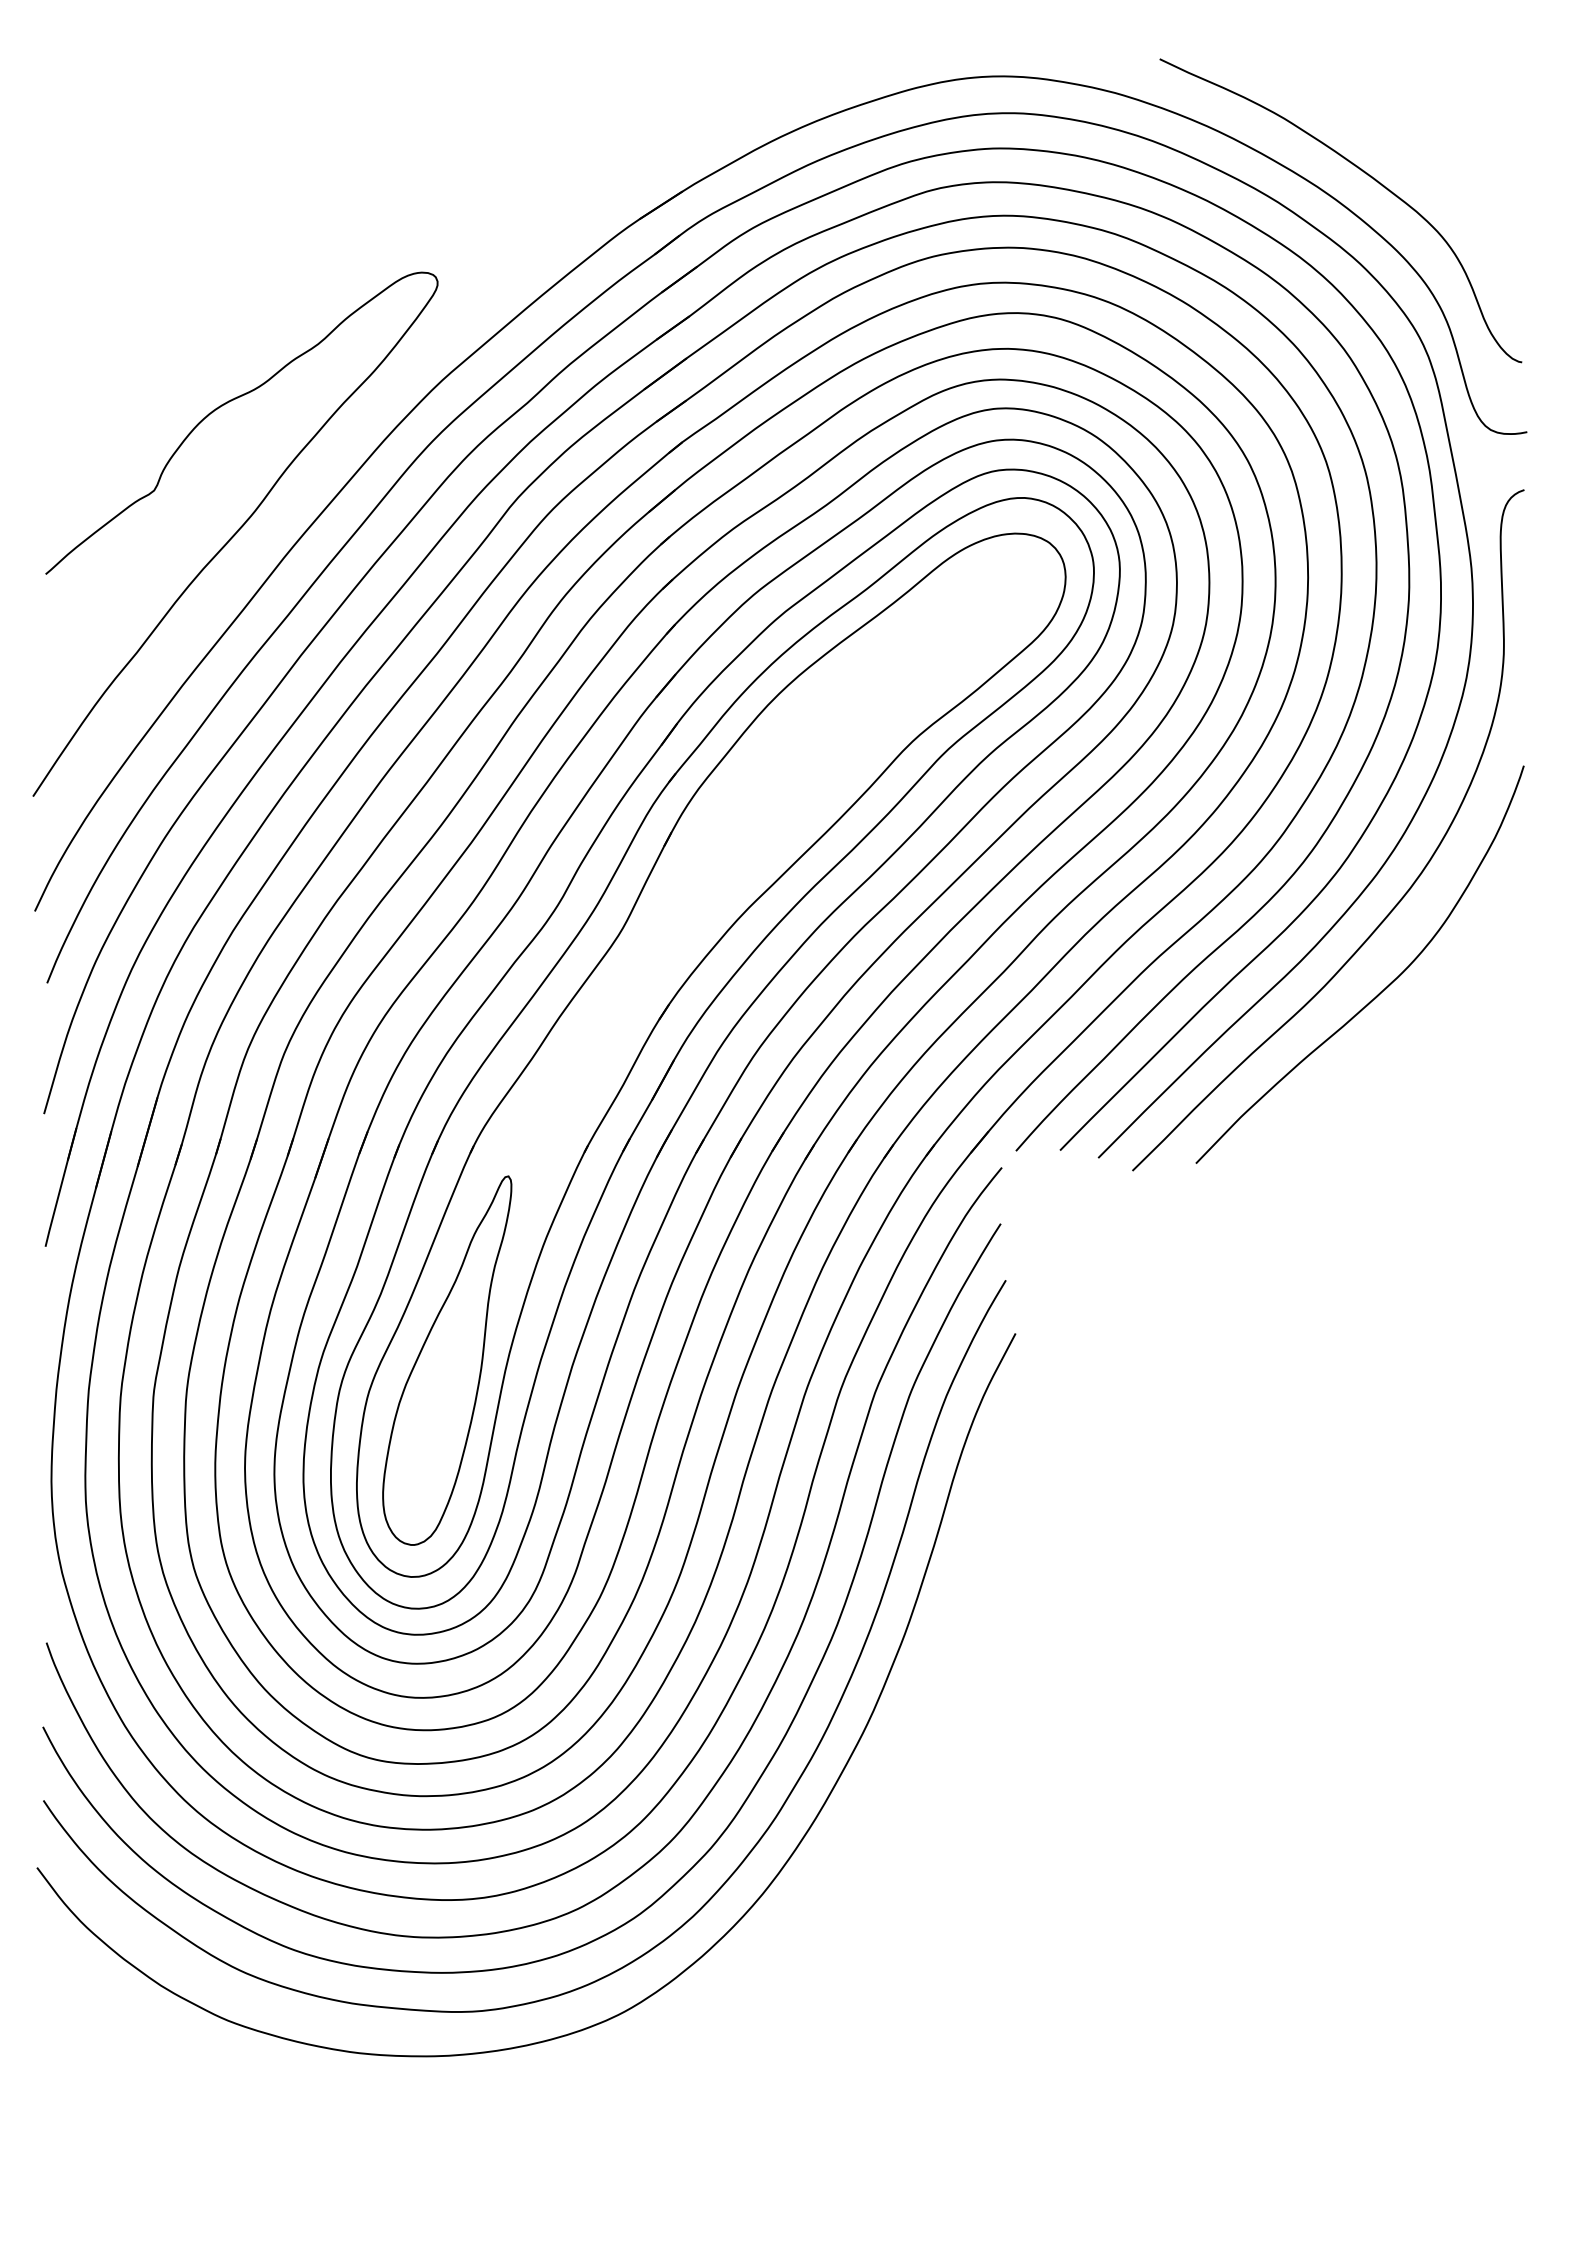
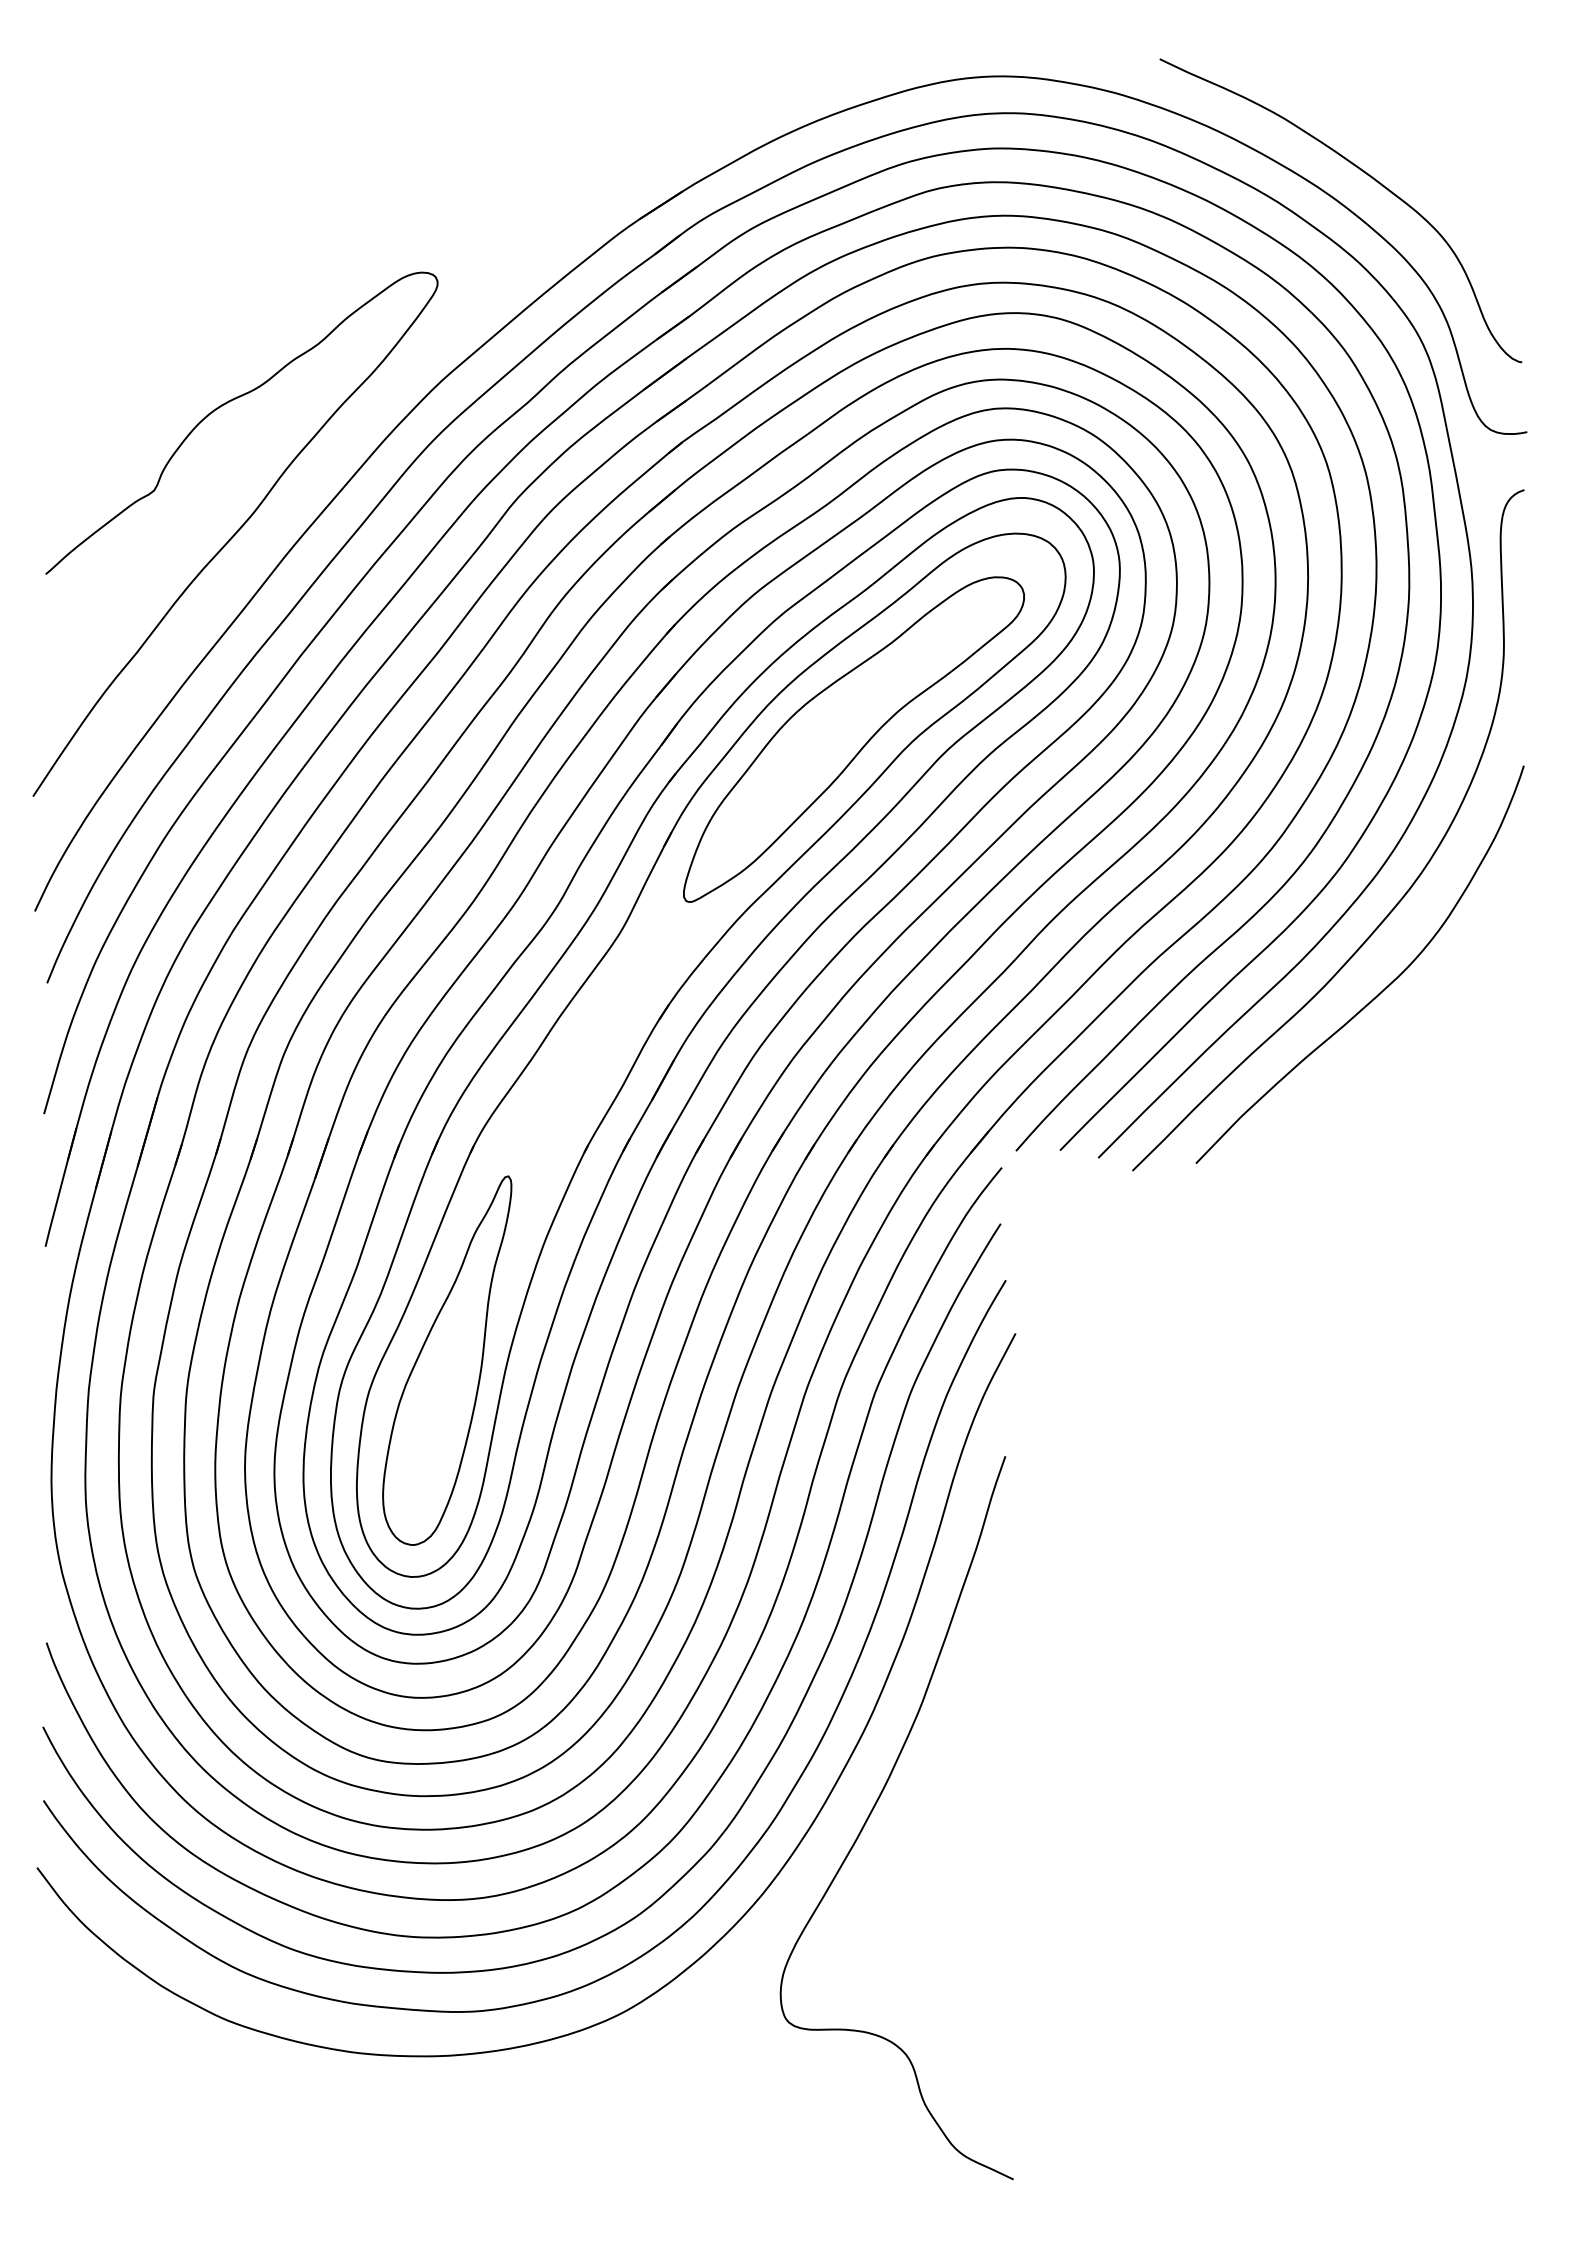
part at (853, 739): none -> present
curve at (874, 1808): none -> present
